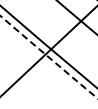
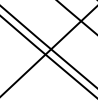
arc at (49, 57): dashed -> solid
